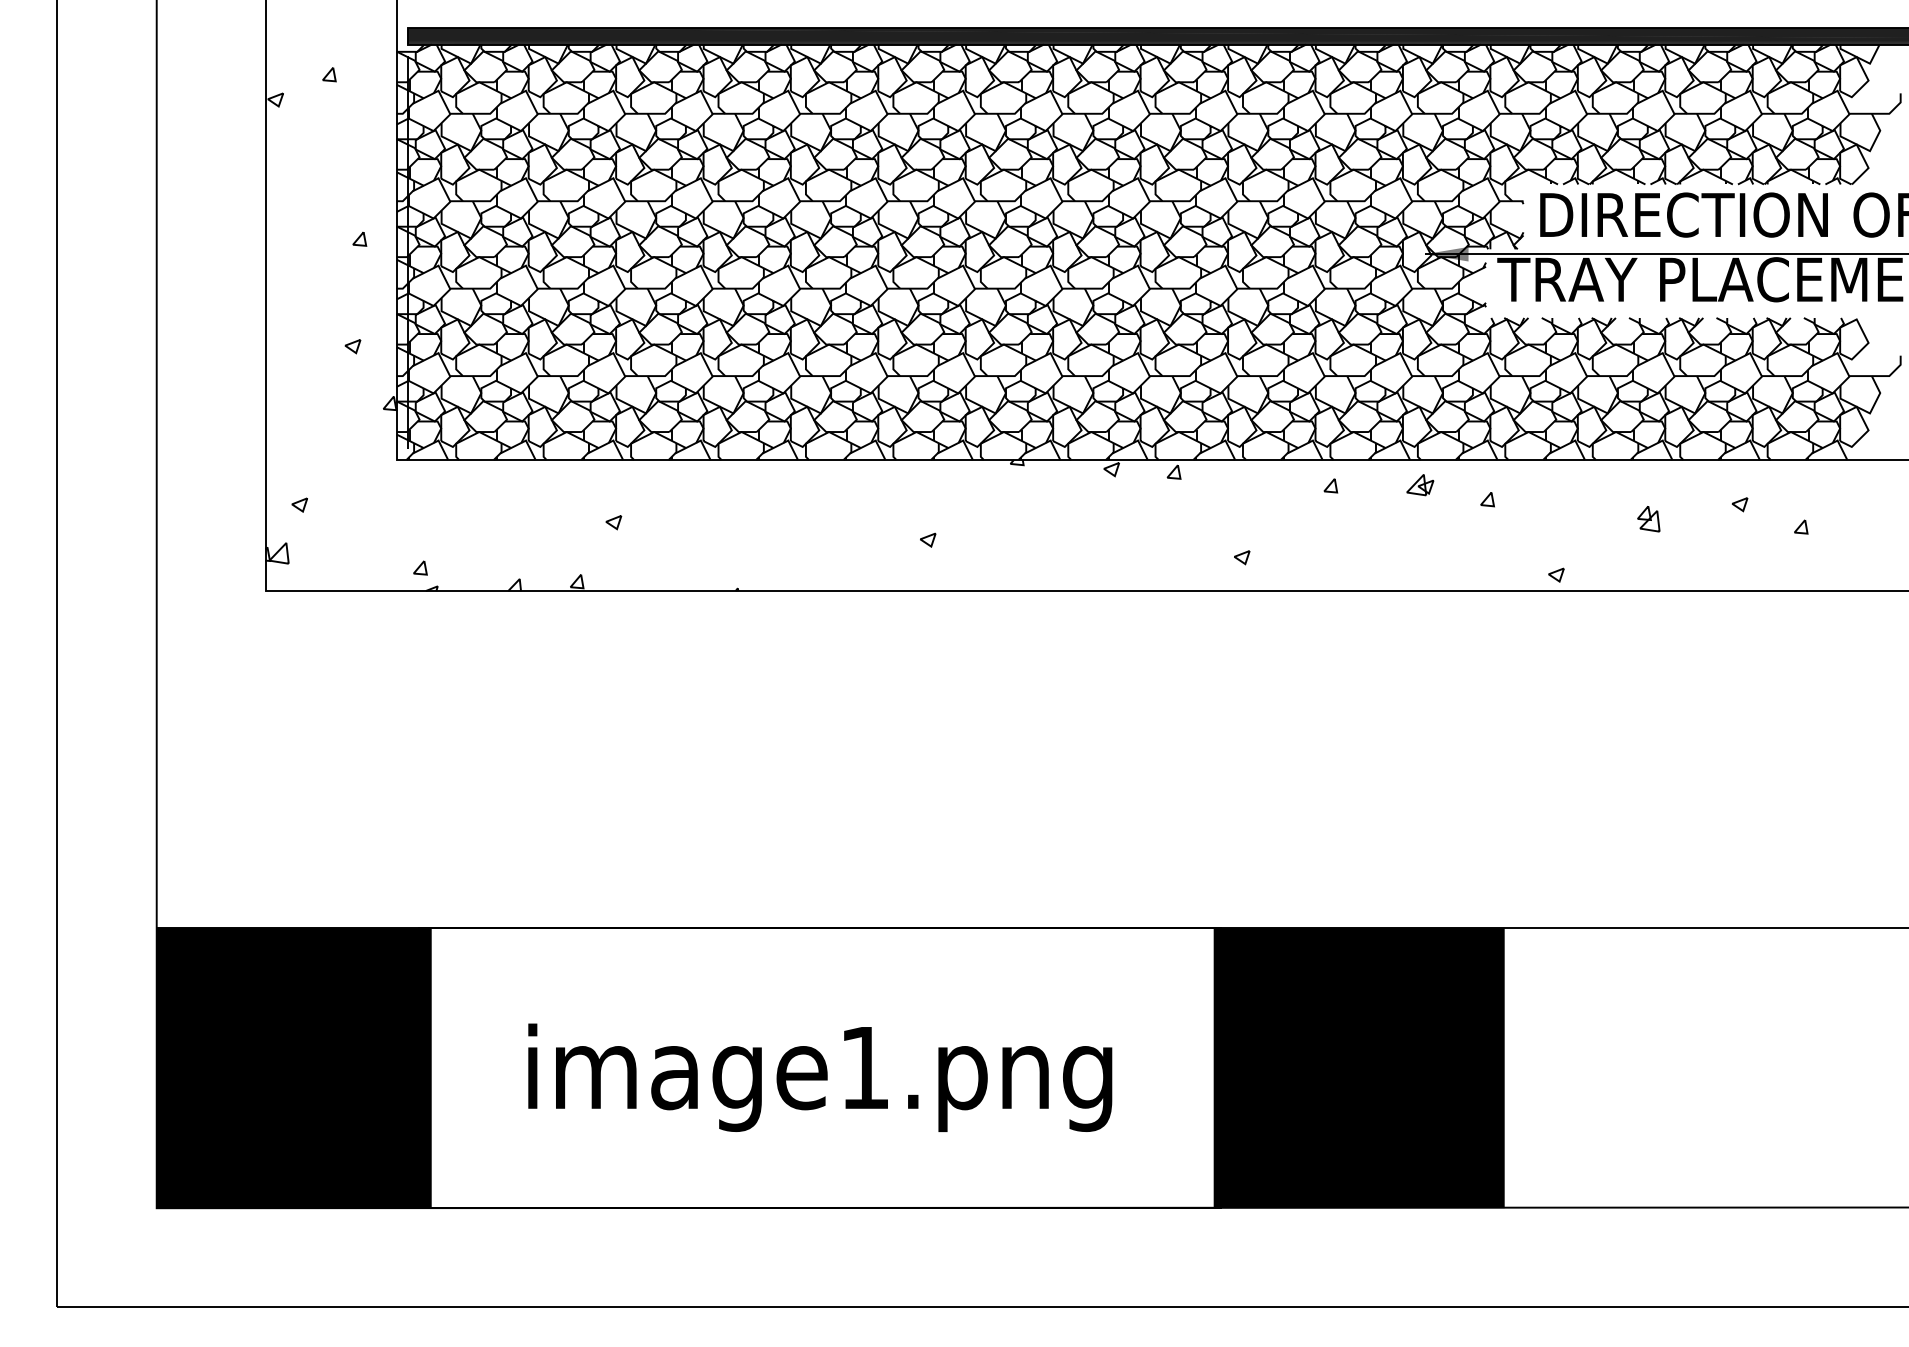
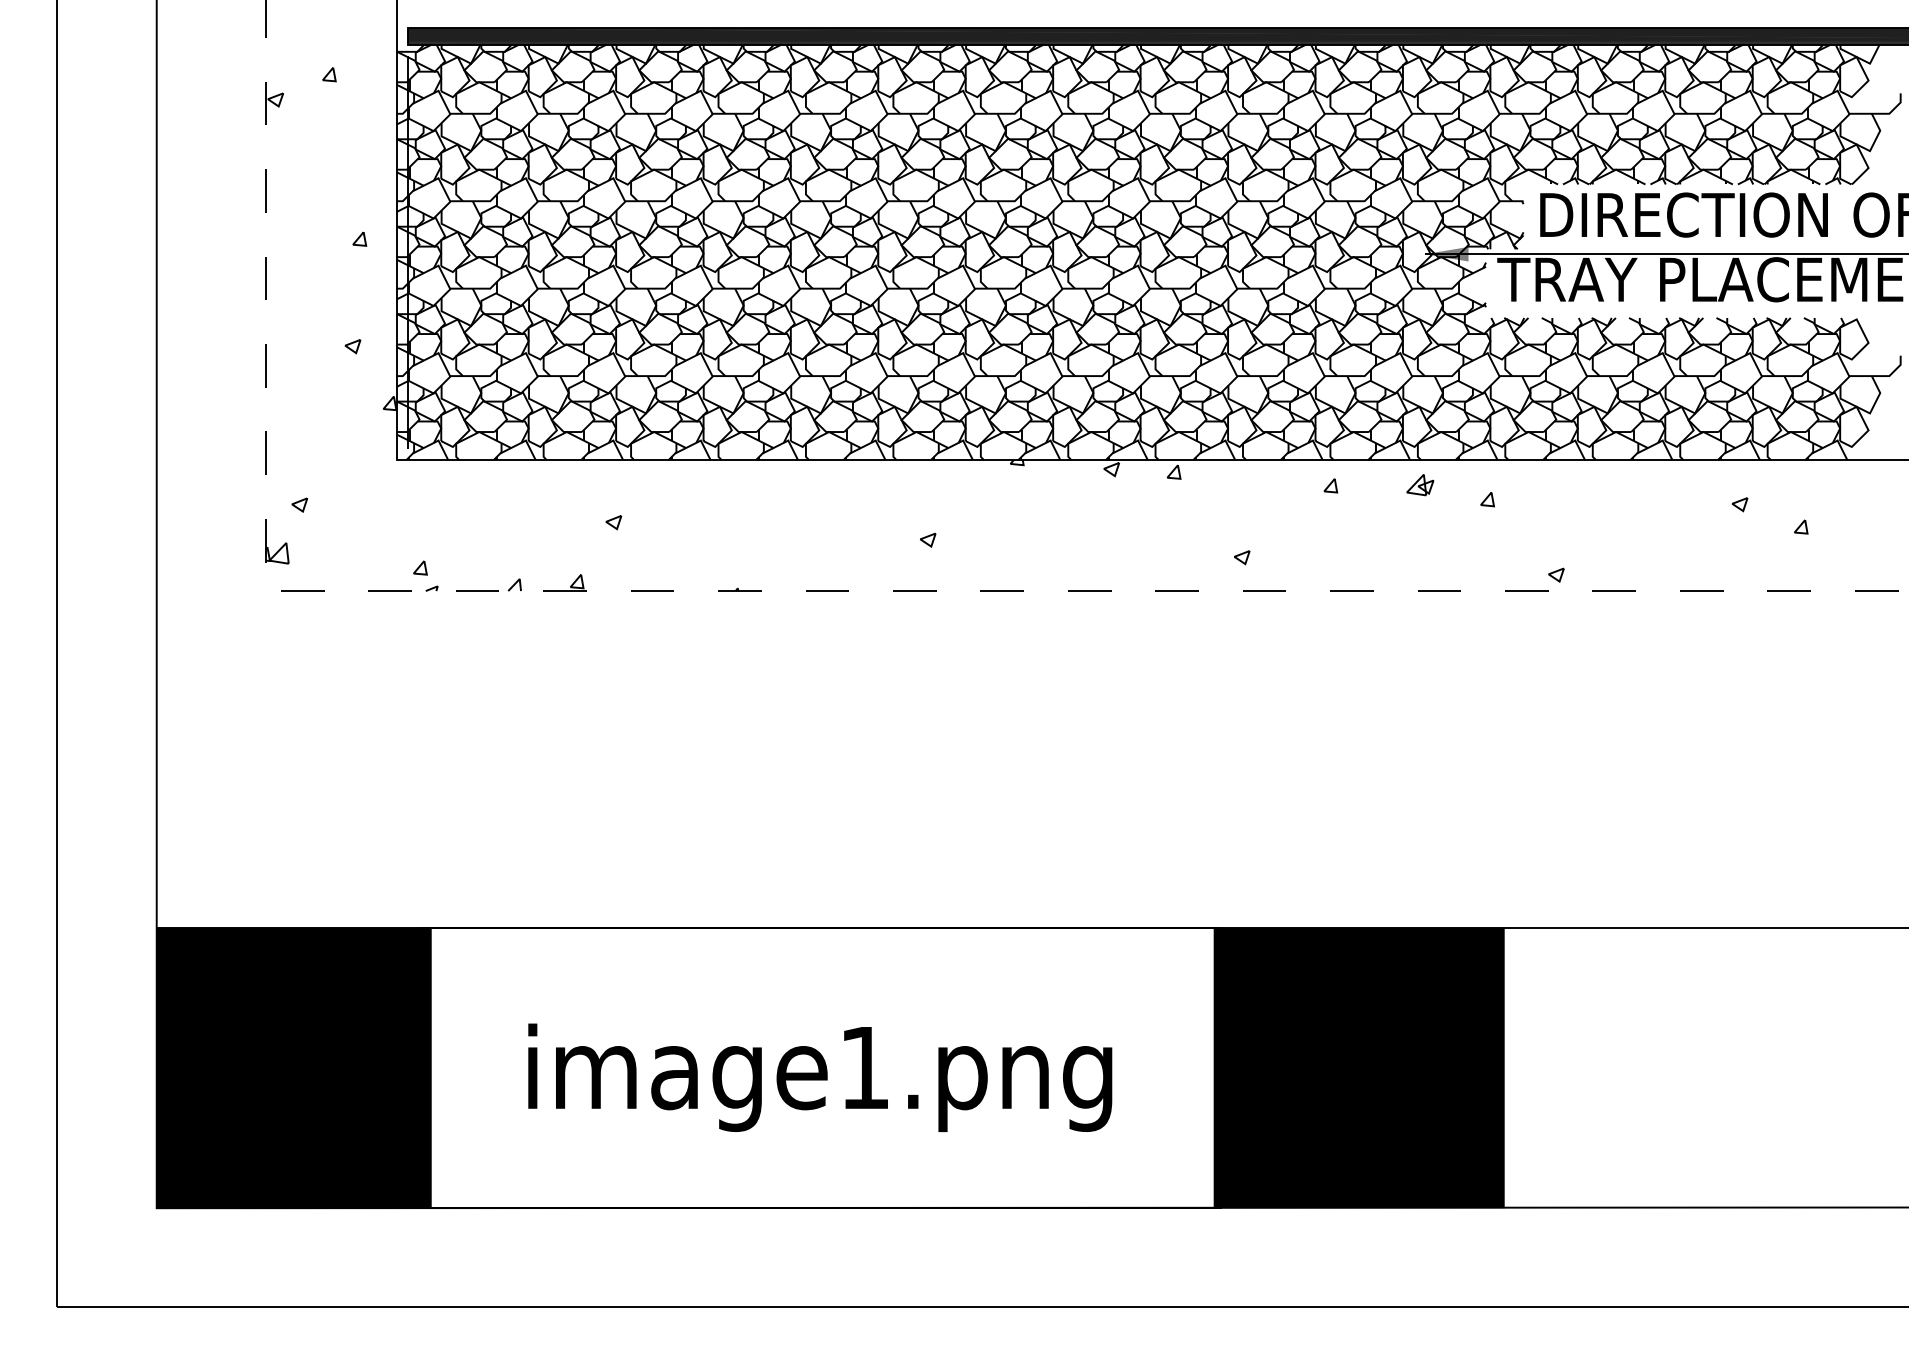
part at (1648, 519): present -> none
line at (790, 591): solid -> dashed
